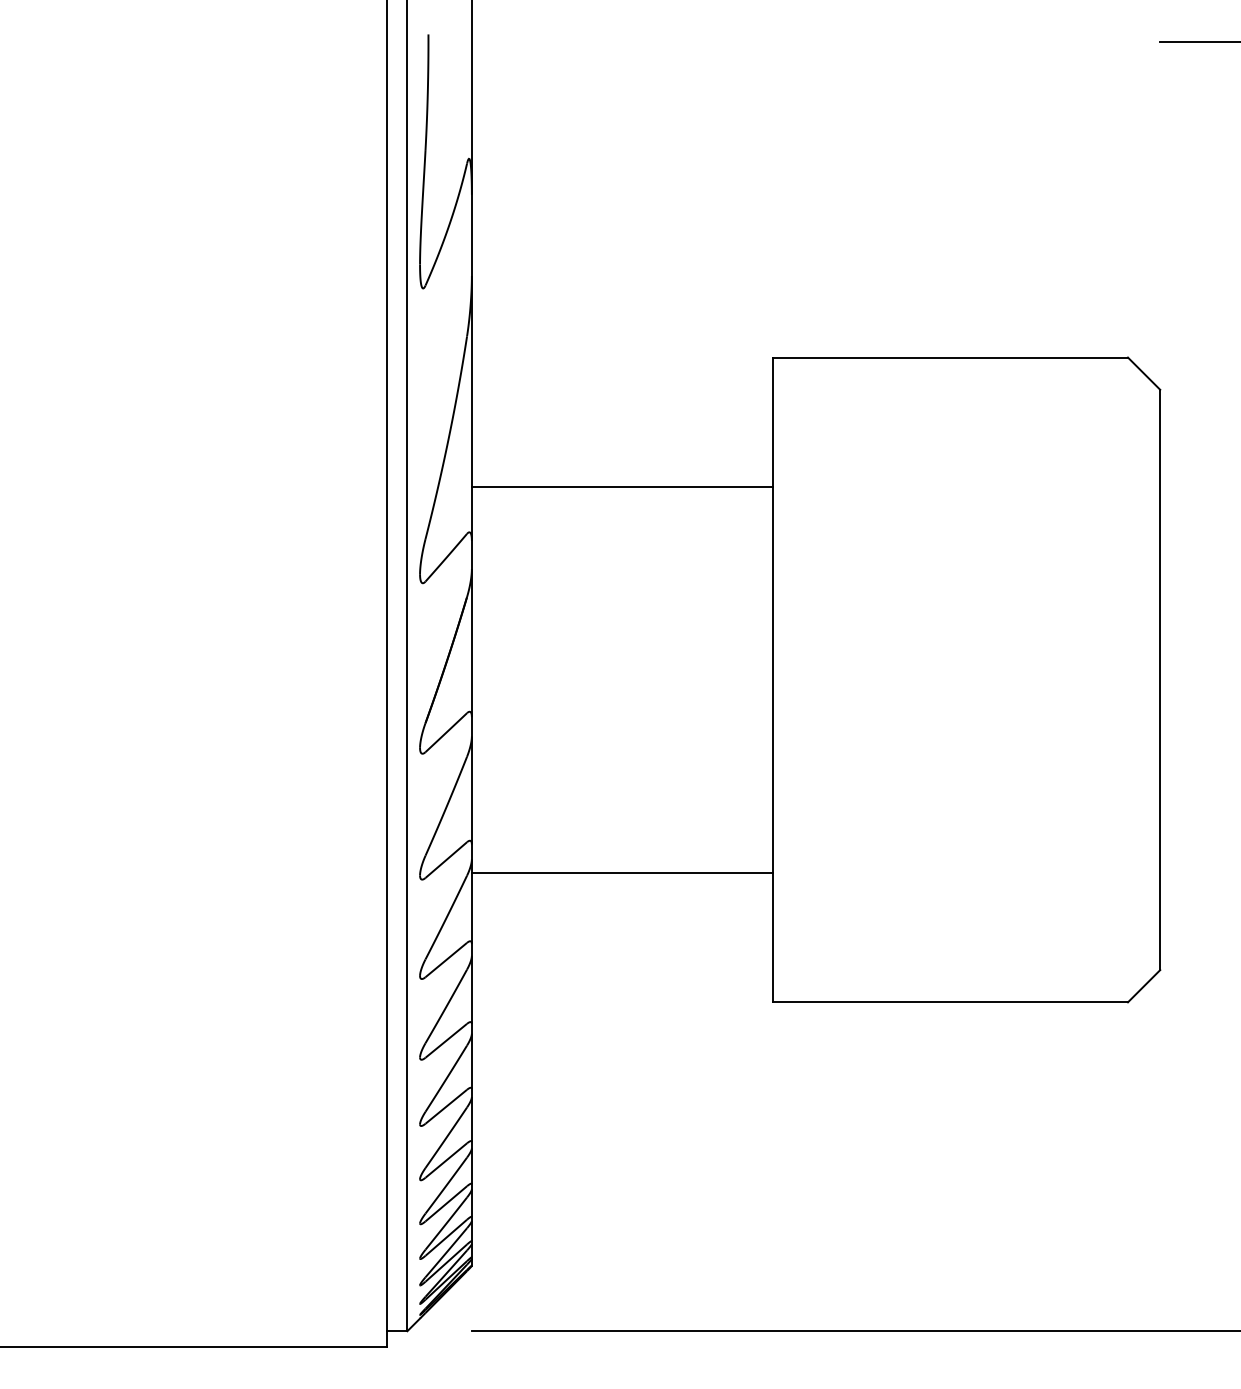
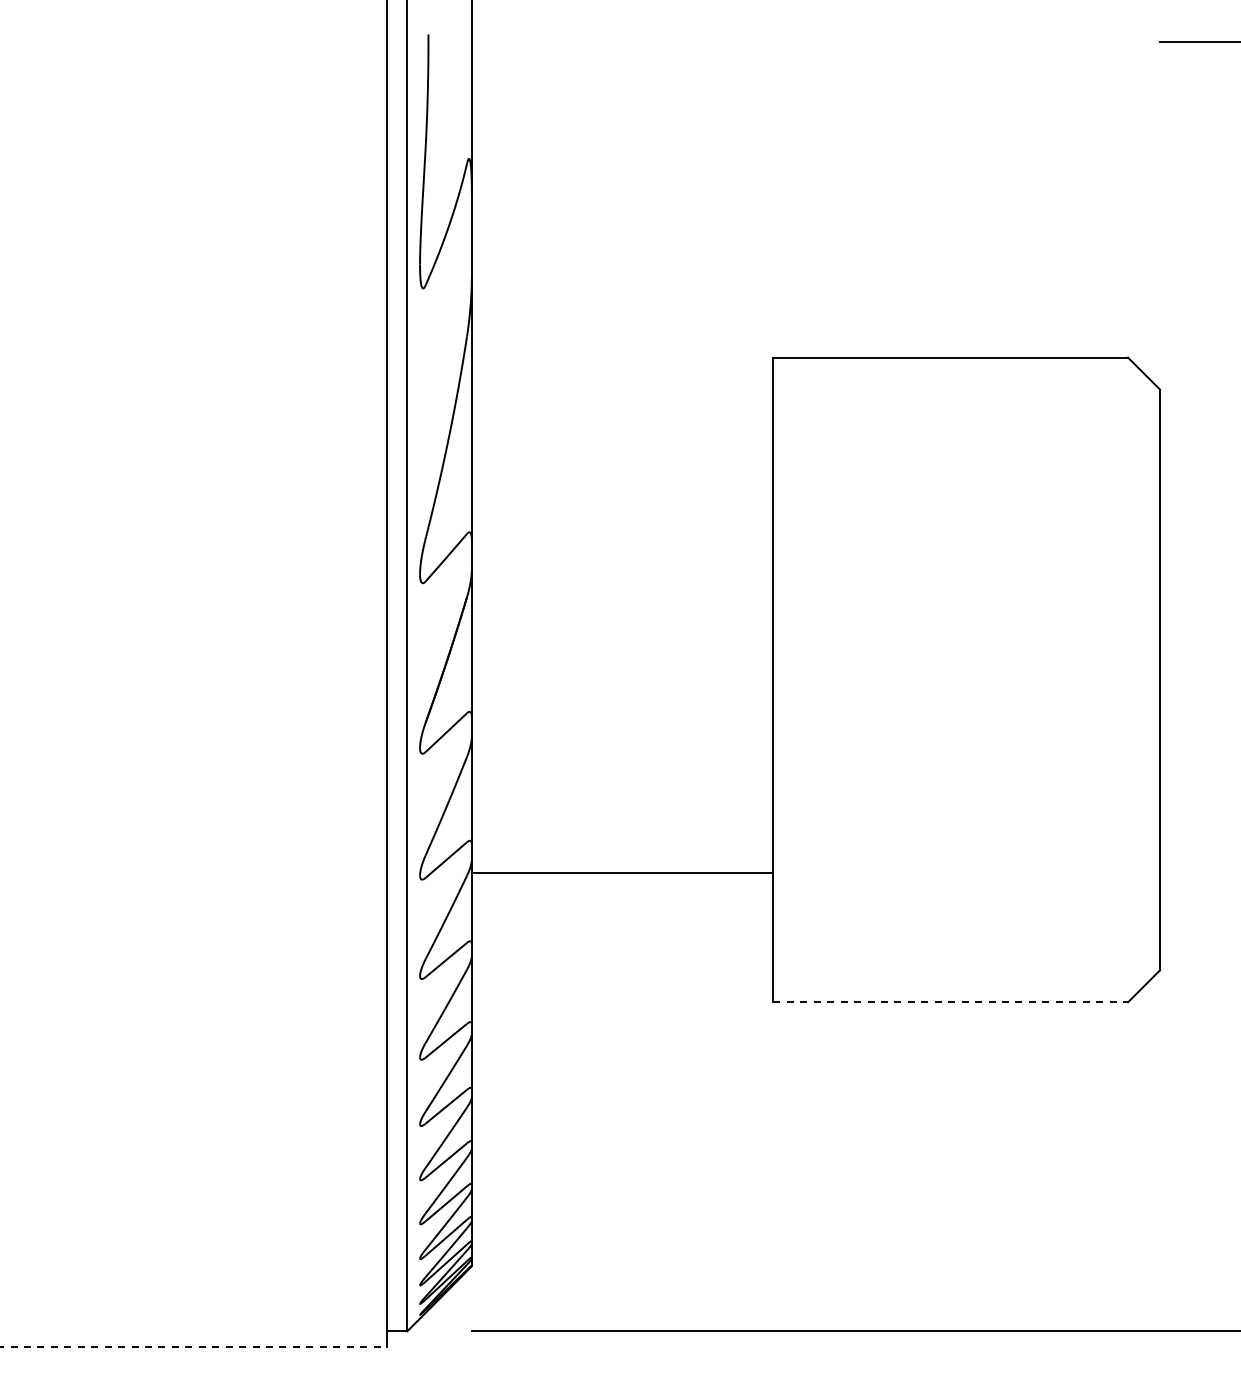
line at (622, 486): present -> none
line at (951, 1002): solid -> dashed
line at (193, 1347): solid -> dashed
